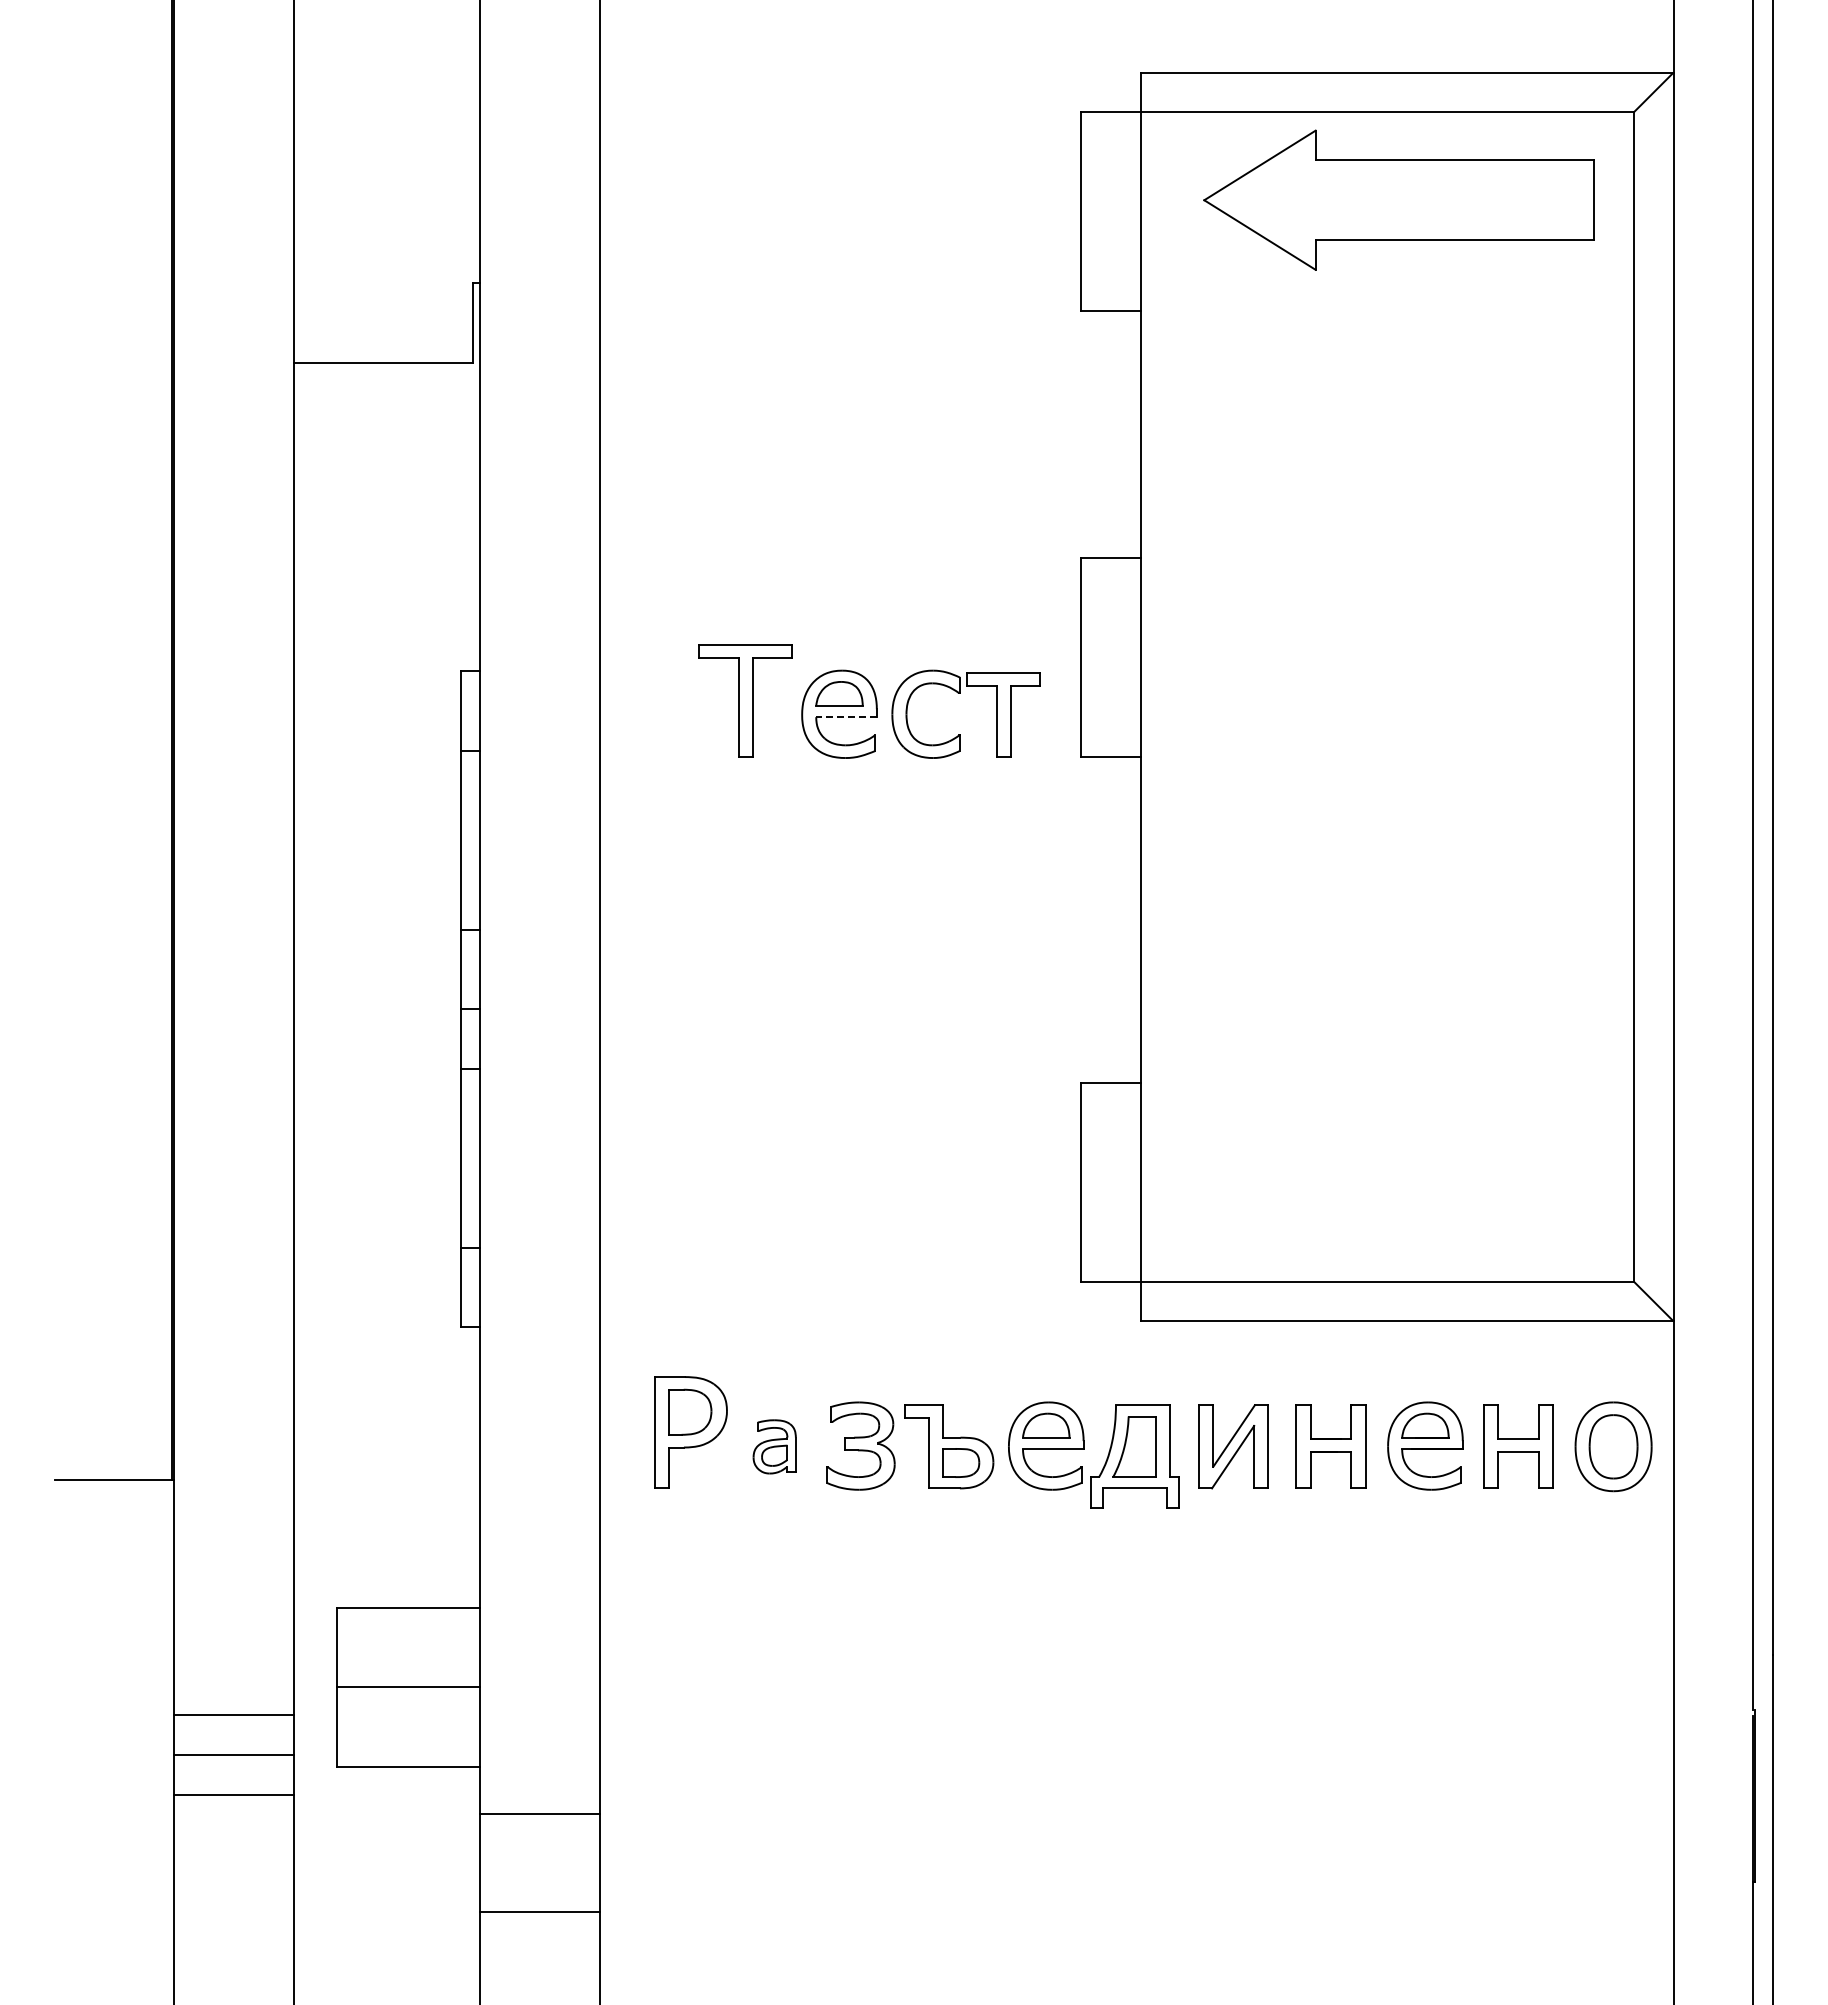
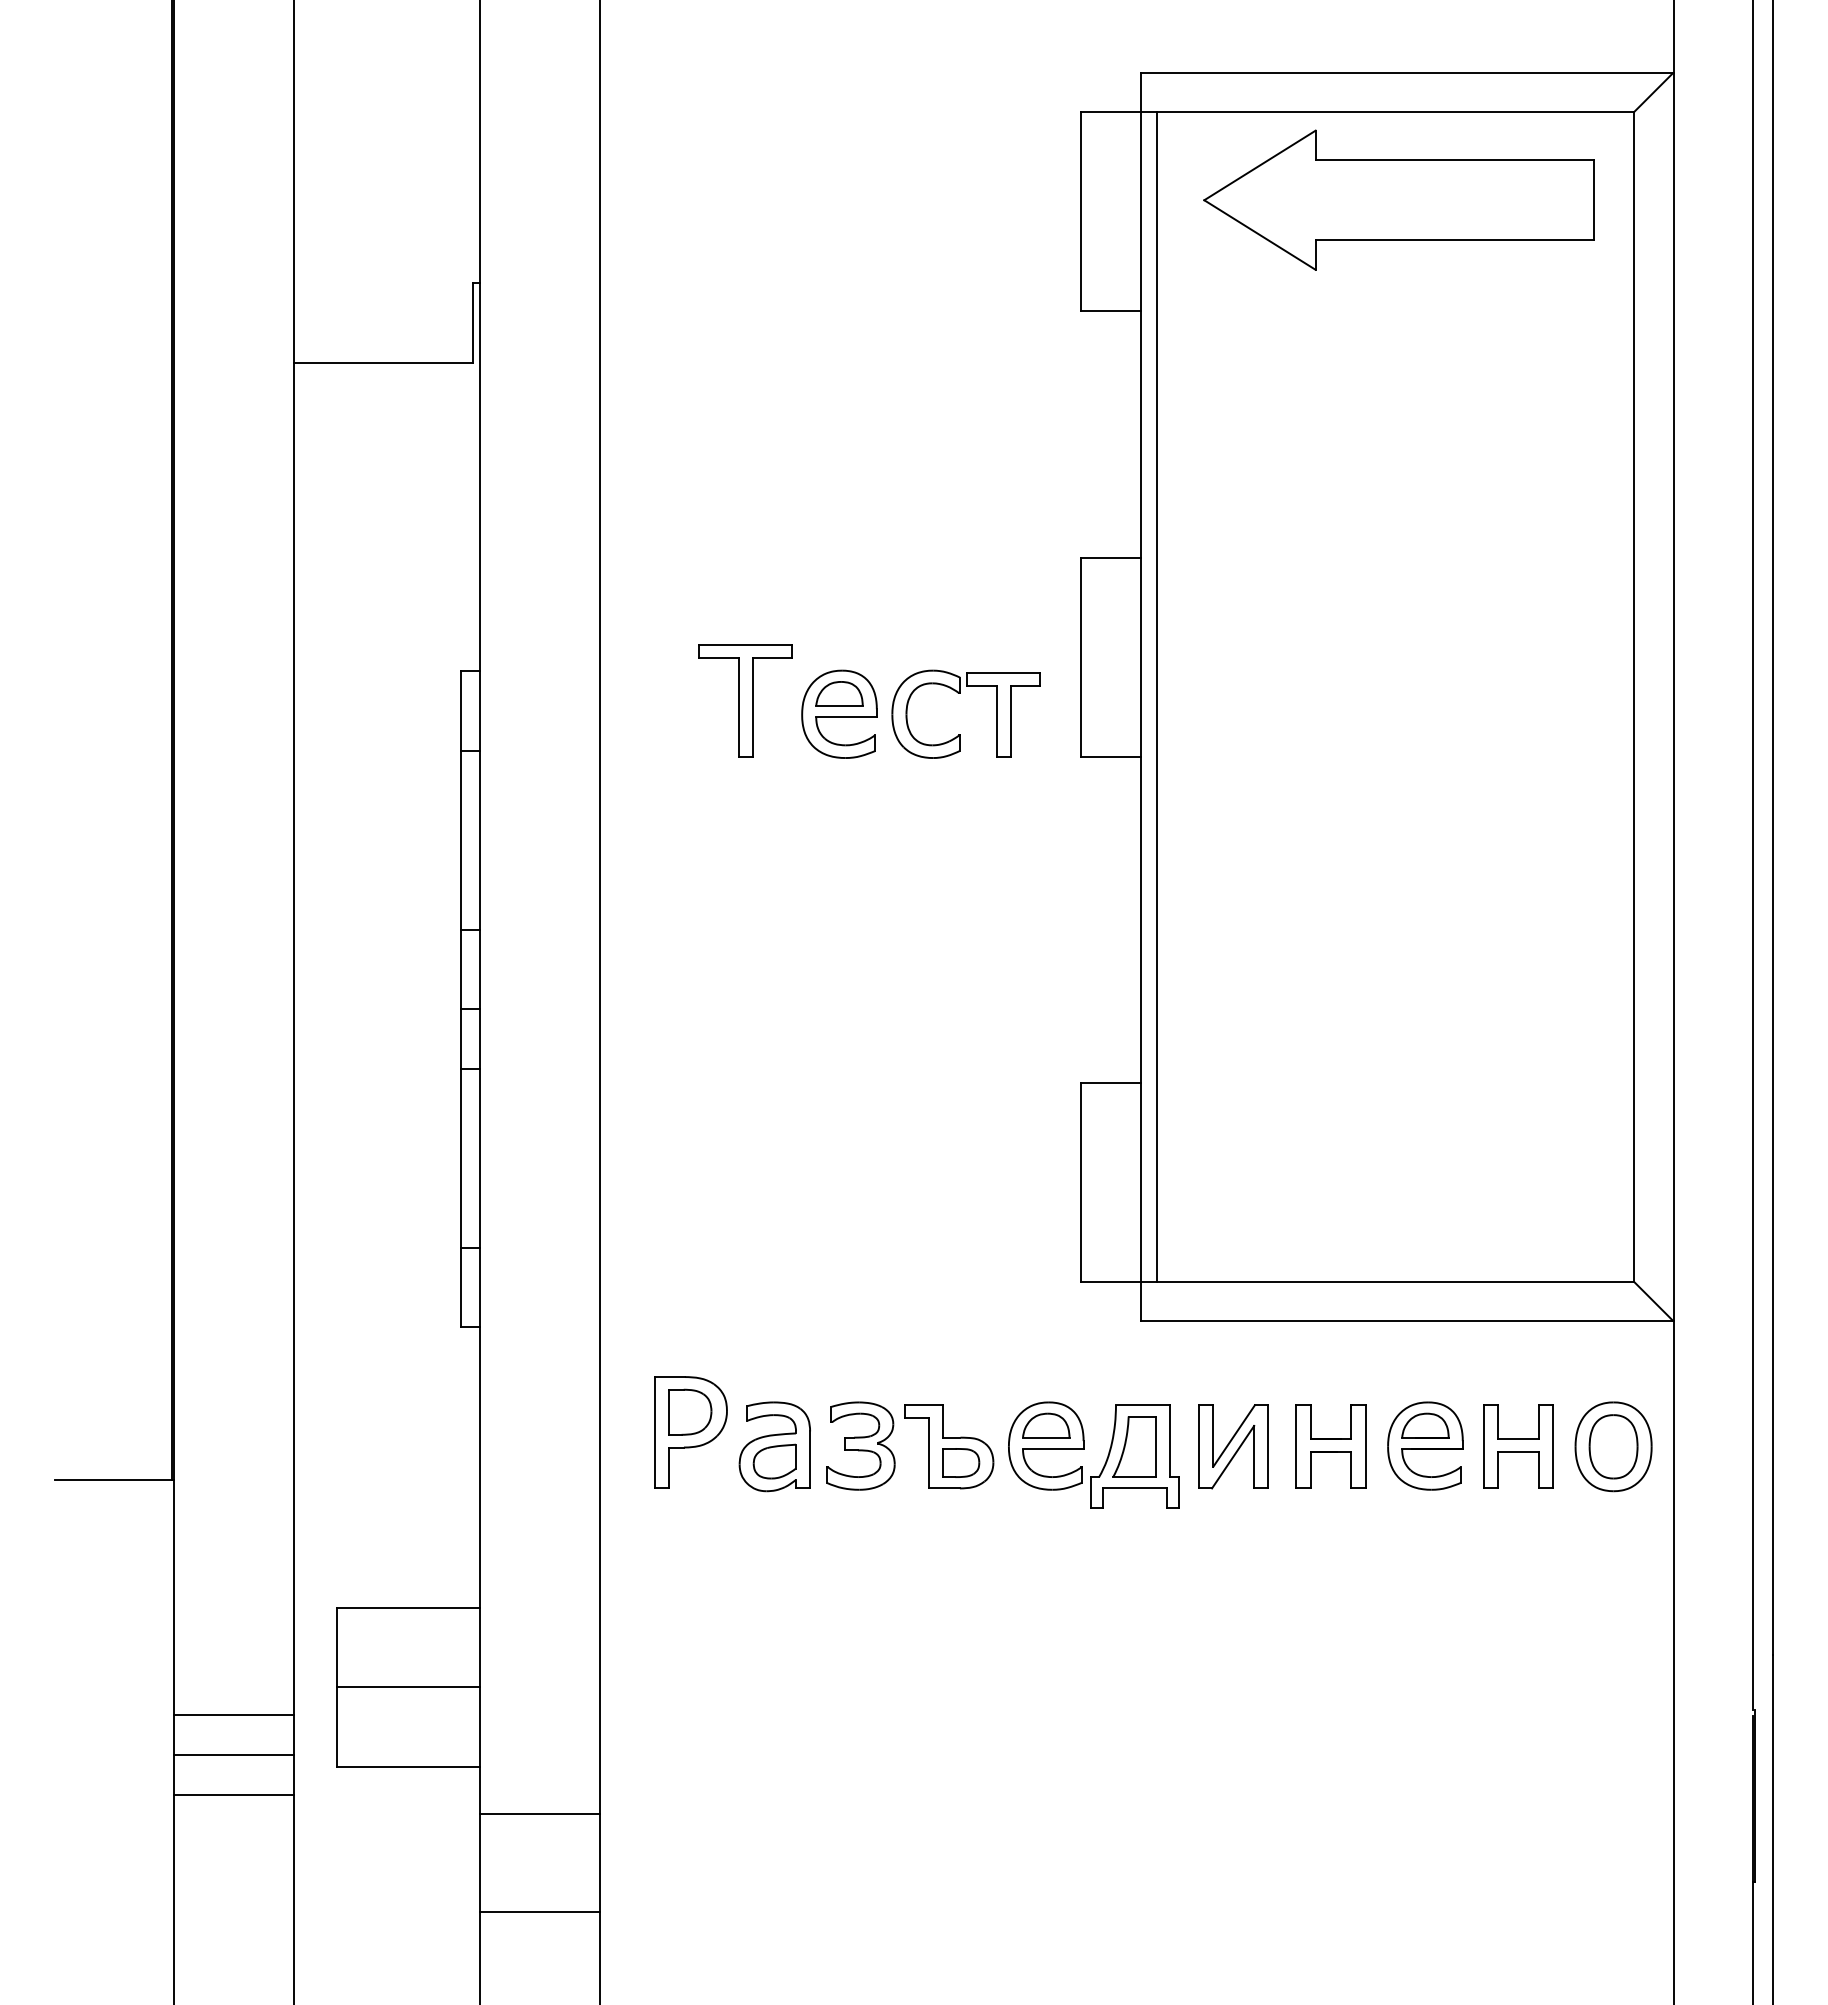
line at (1156, 696): none -> present
line at (846, 717): dashed -> solid
part at (774, 1446) size: 45x56 px -> 73x92 px
